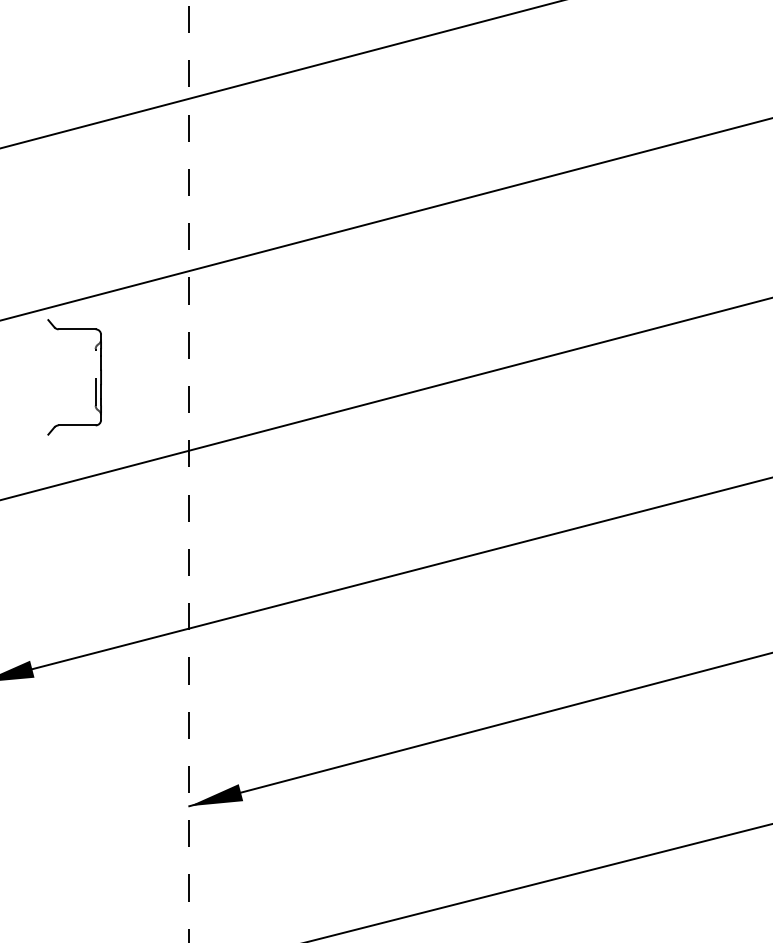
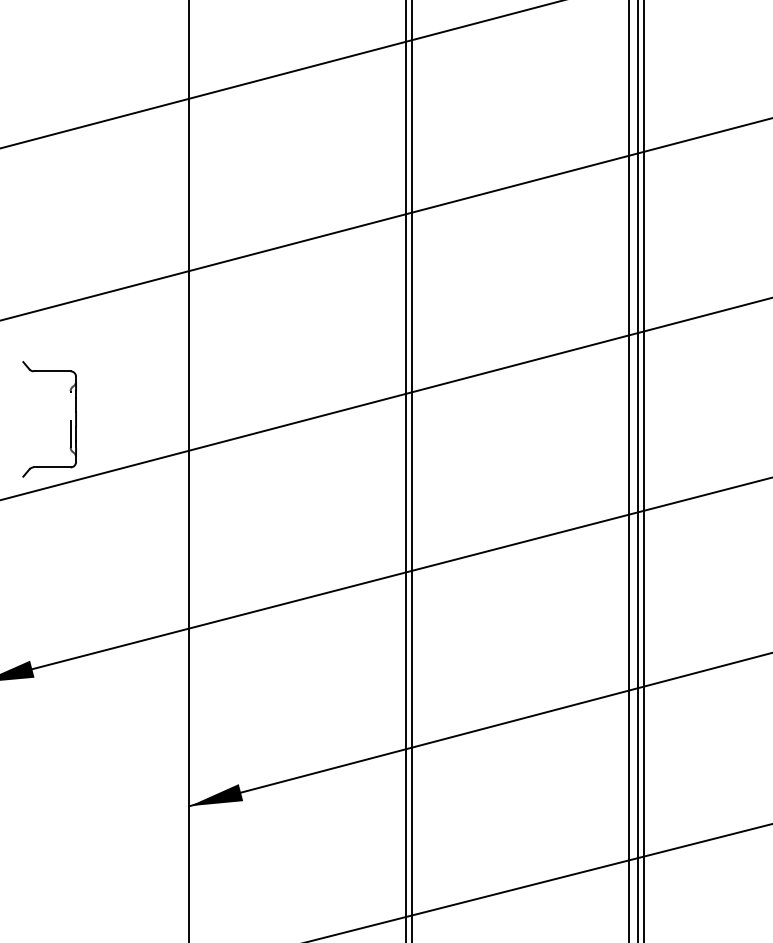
part at (95, 378) position: (95, 378) -> (70, 420)
line at (406, 470): none -> present
line at (412, 470): none -> present
line at (629, 470): none -> present
line at (638, 470): none -> present
line at (644, 470): none -> present
line at (189, 472): dashed -> solid
